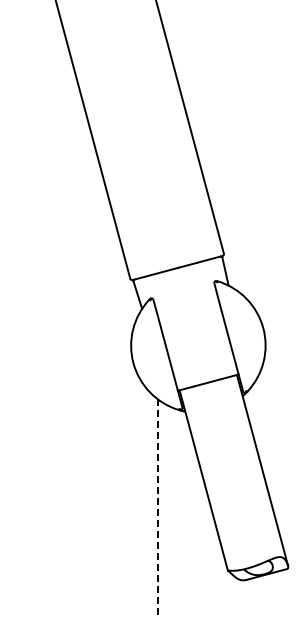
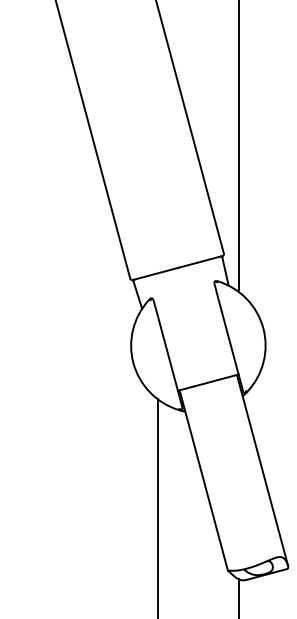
line at (239, 147): none -> present
line at (157, 509): dashed -> solid
line at (239, 597): none -> present
